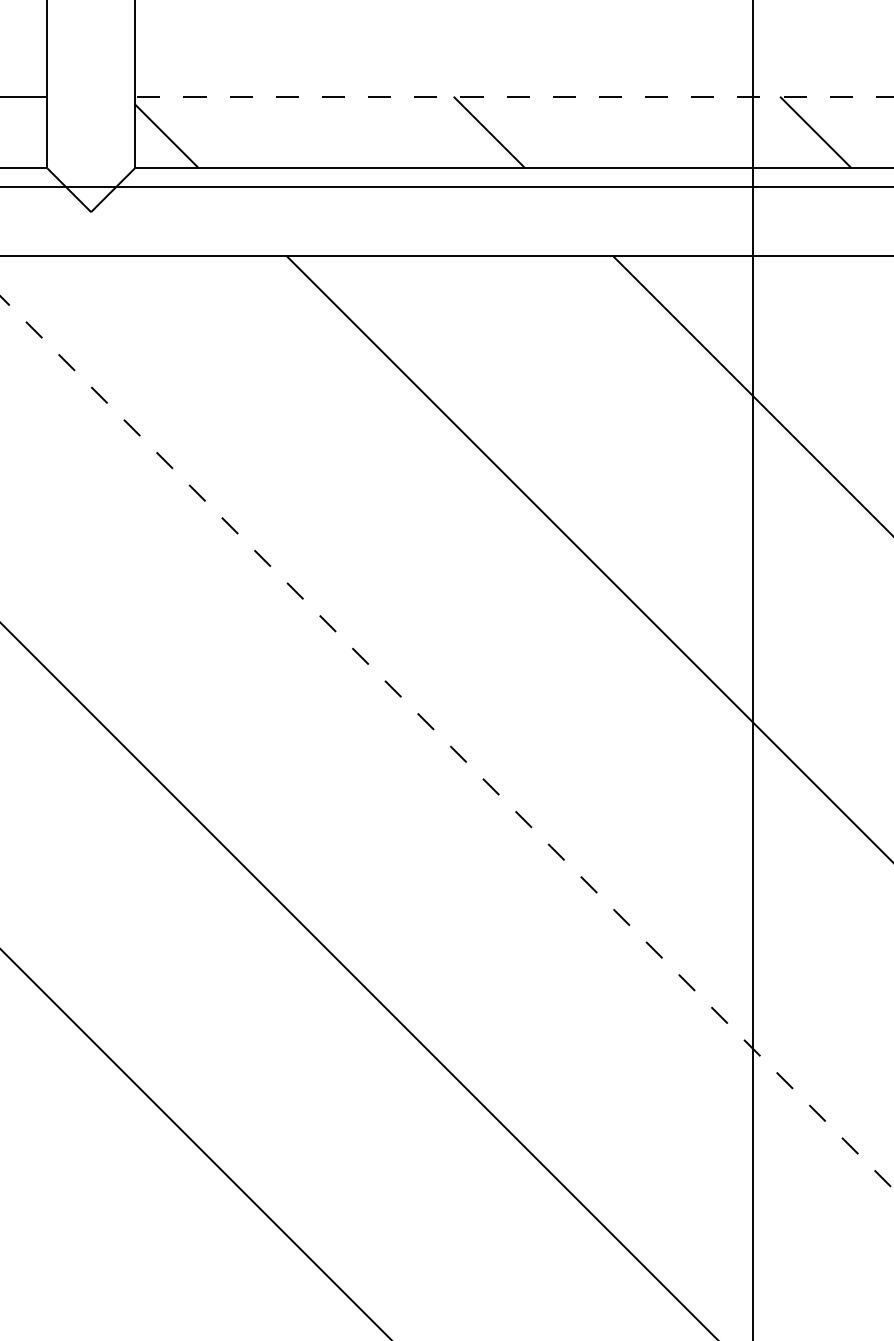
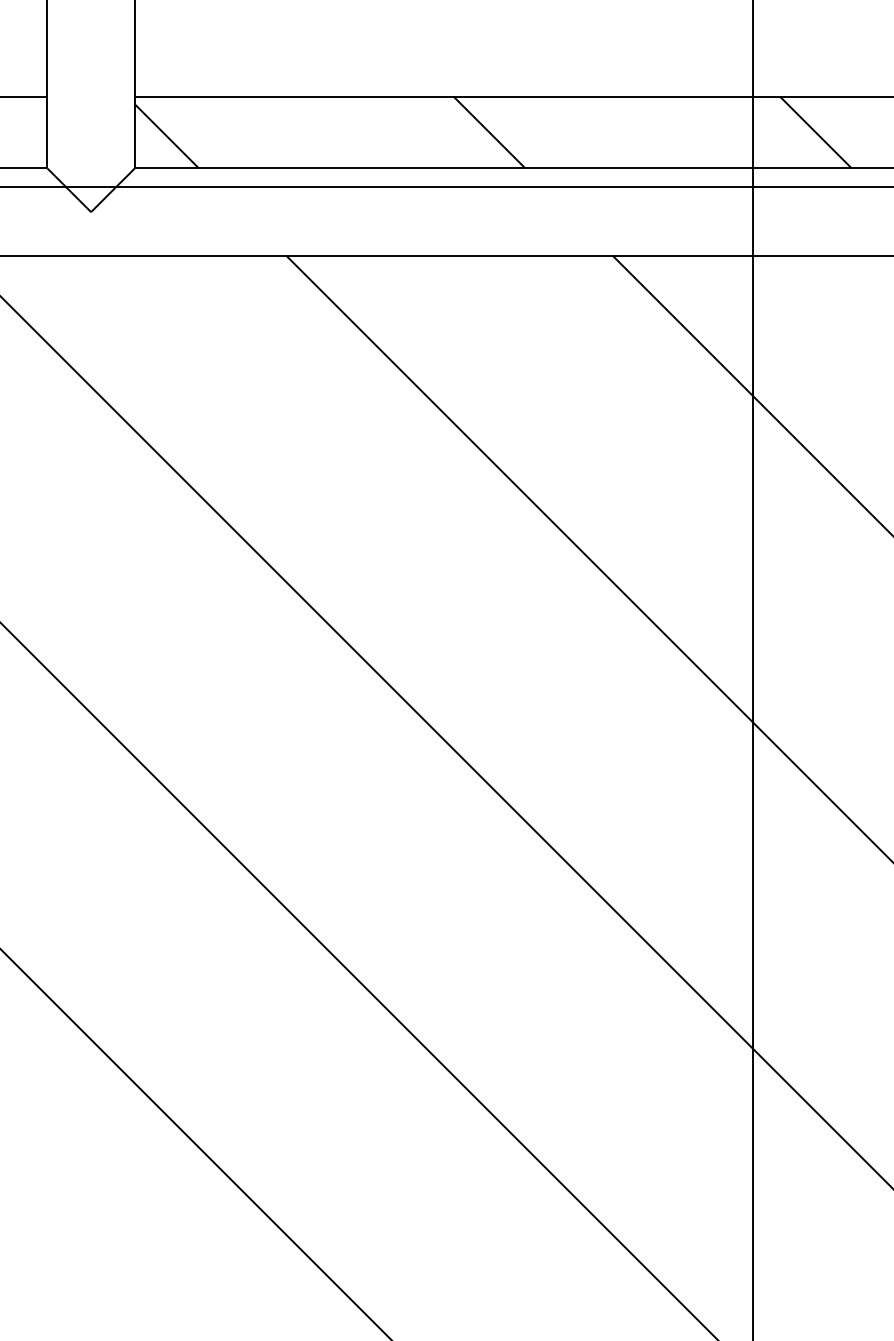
line at (513, 96): dashed -> solid
line at (446, 742): dashed -> solid
